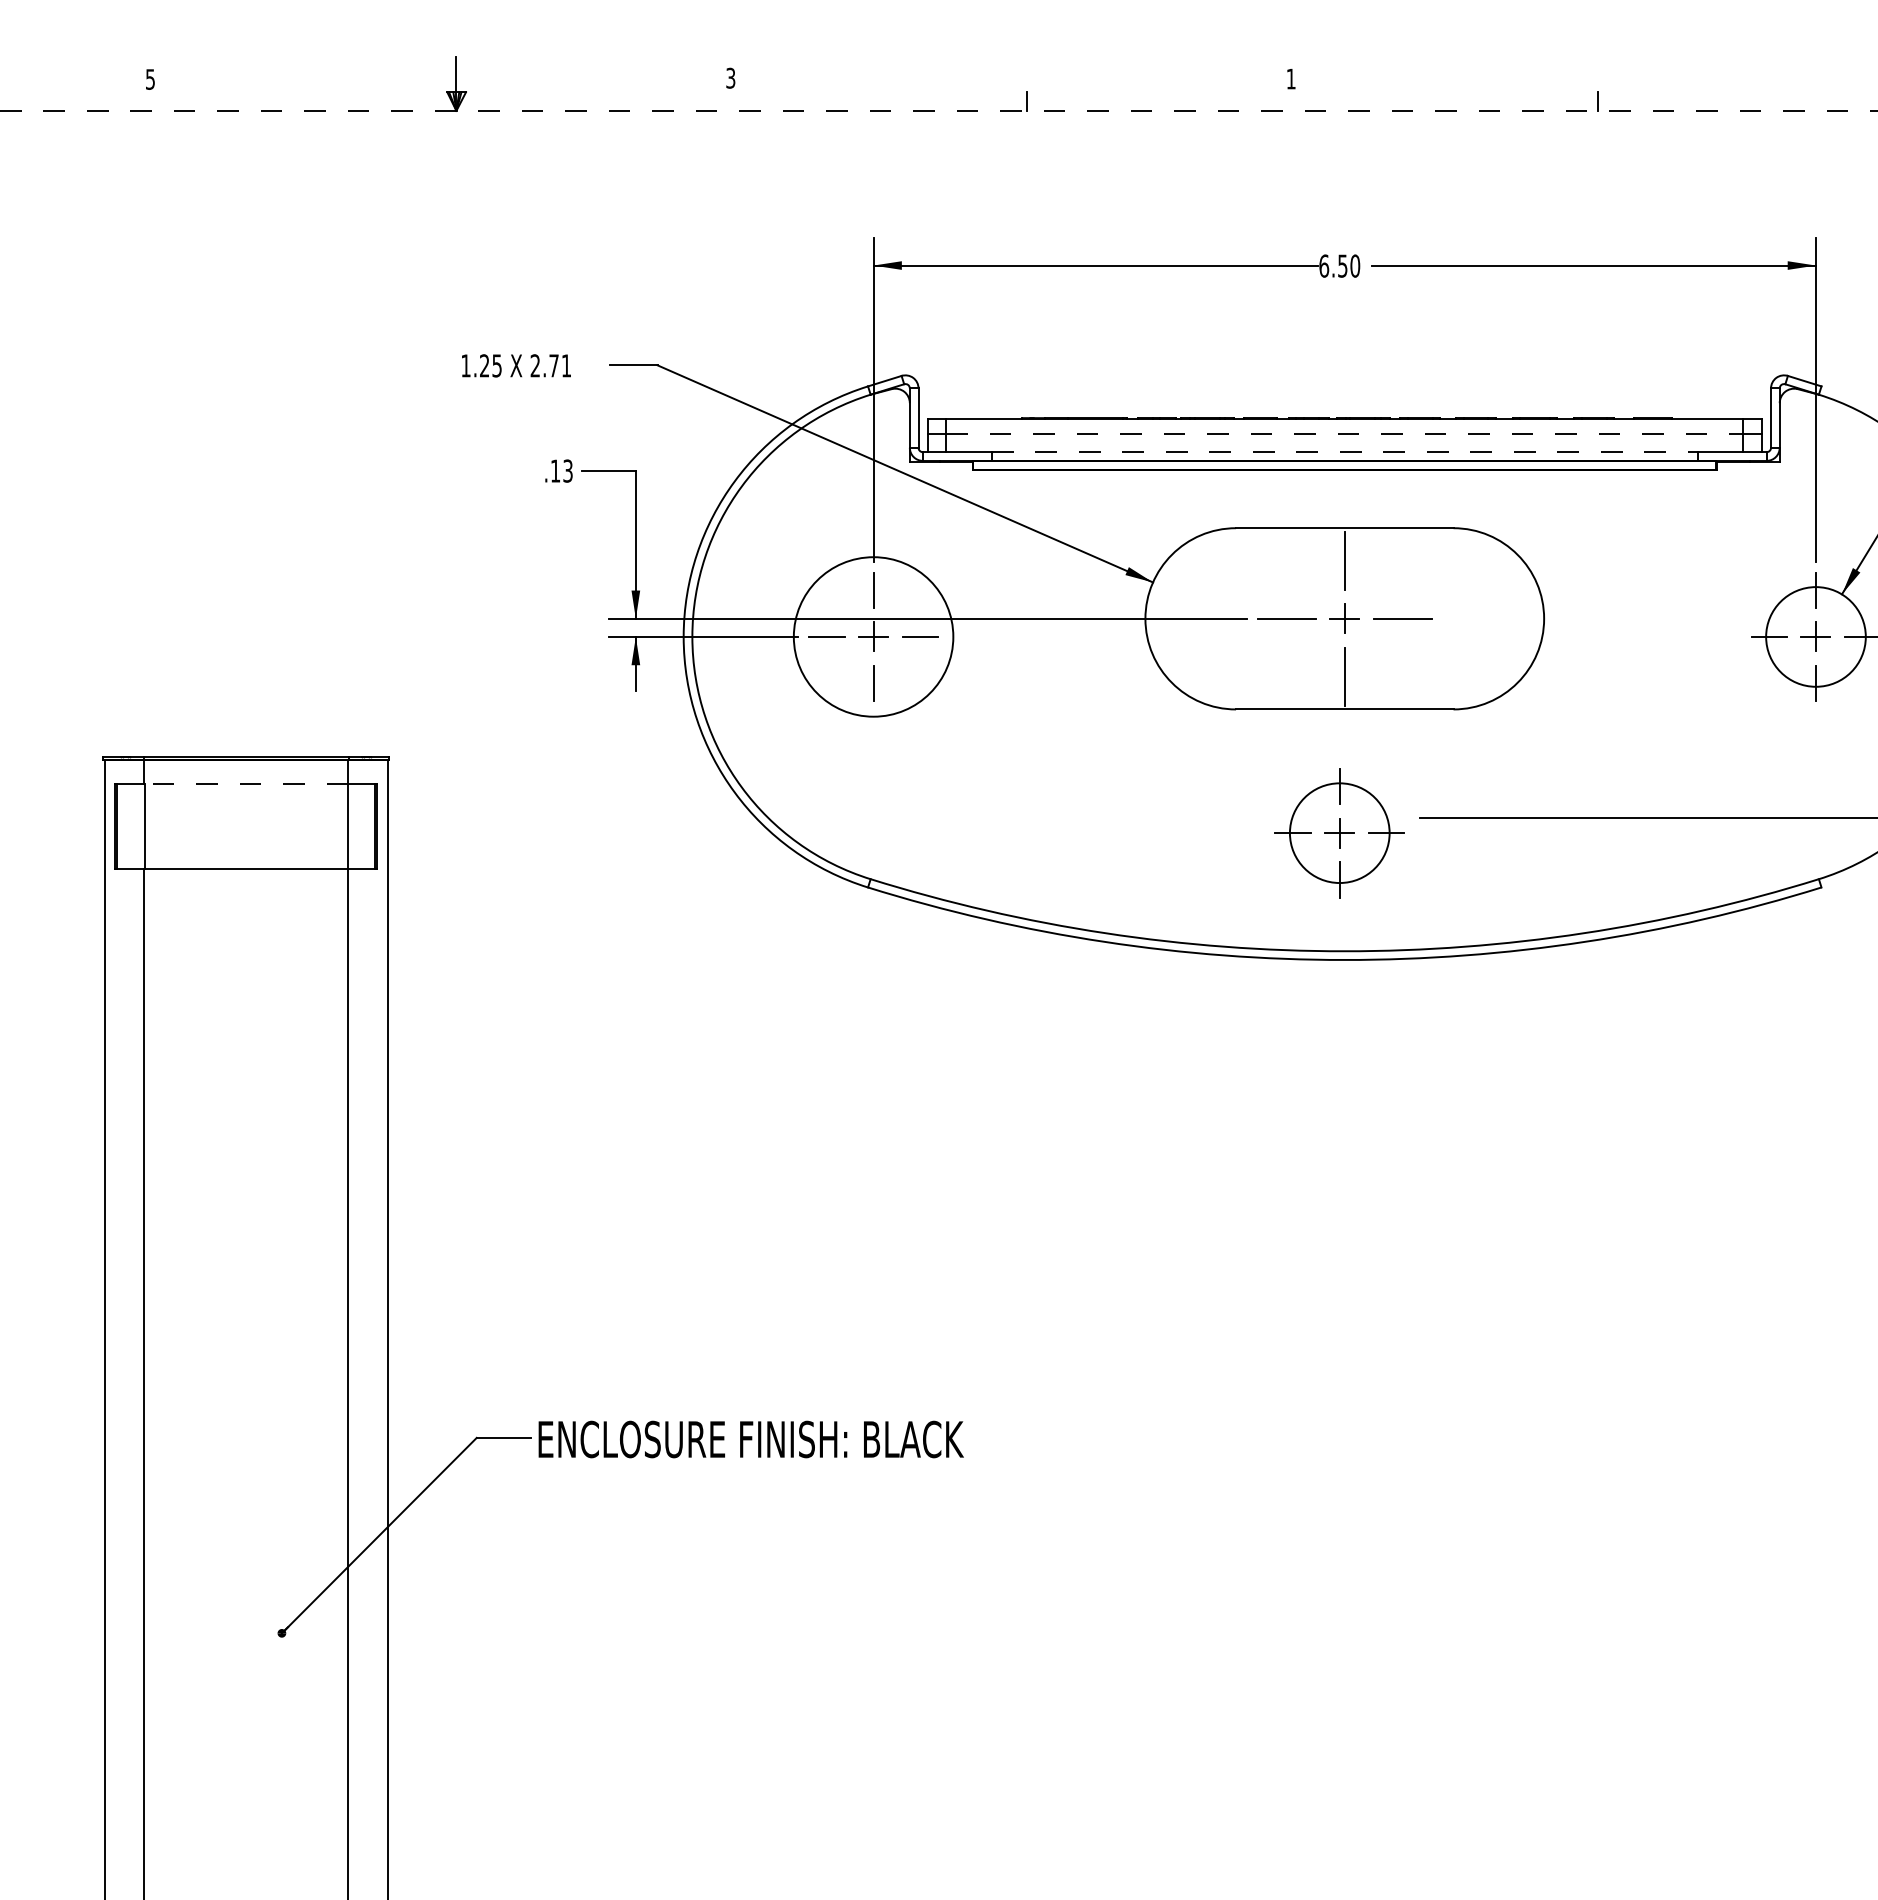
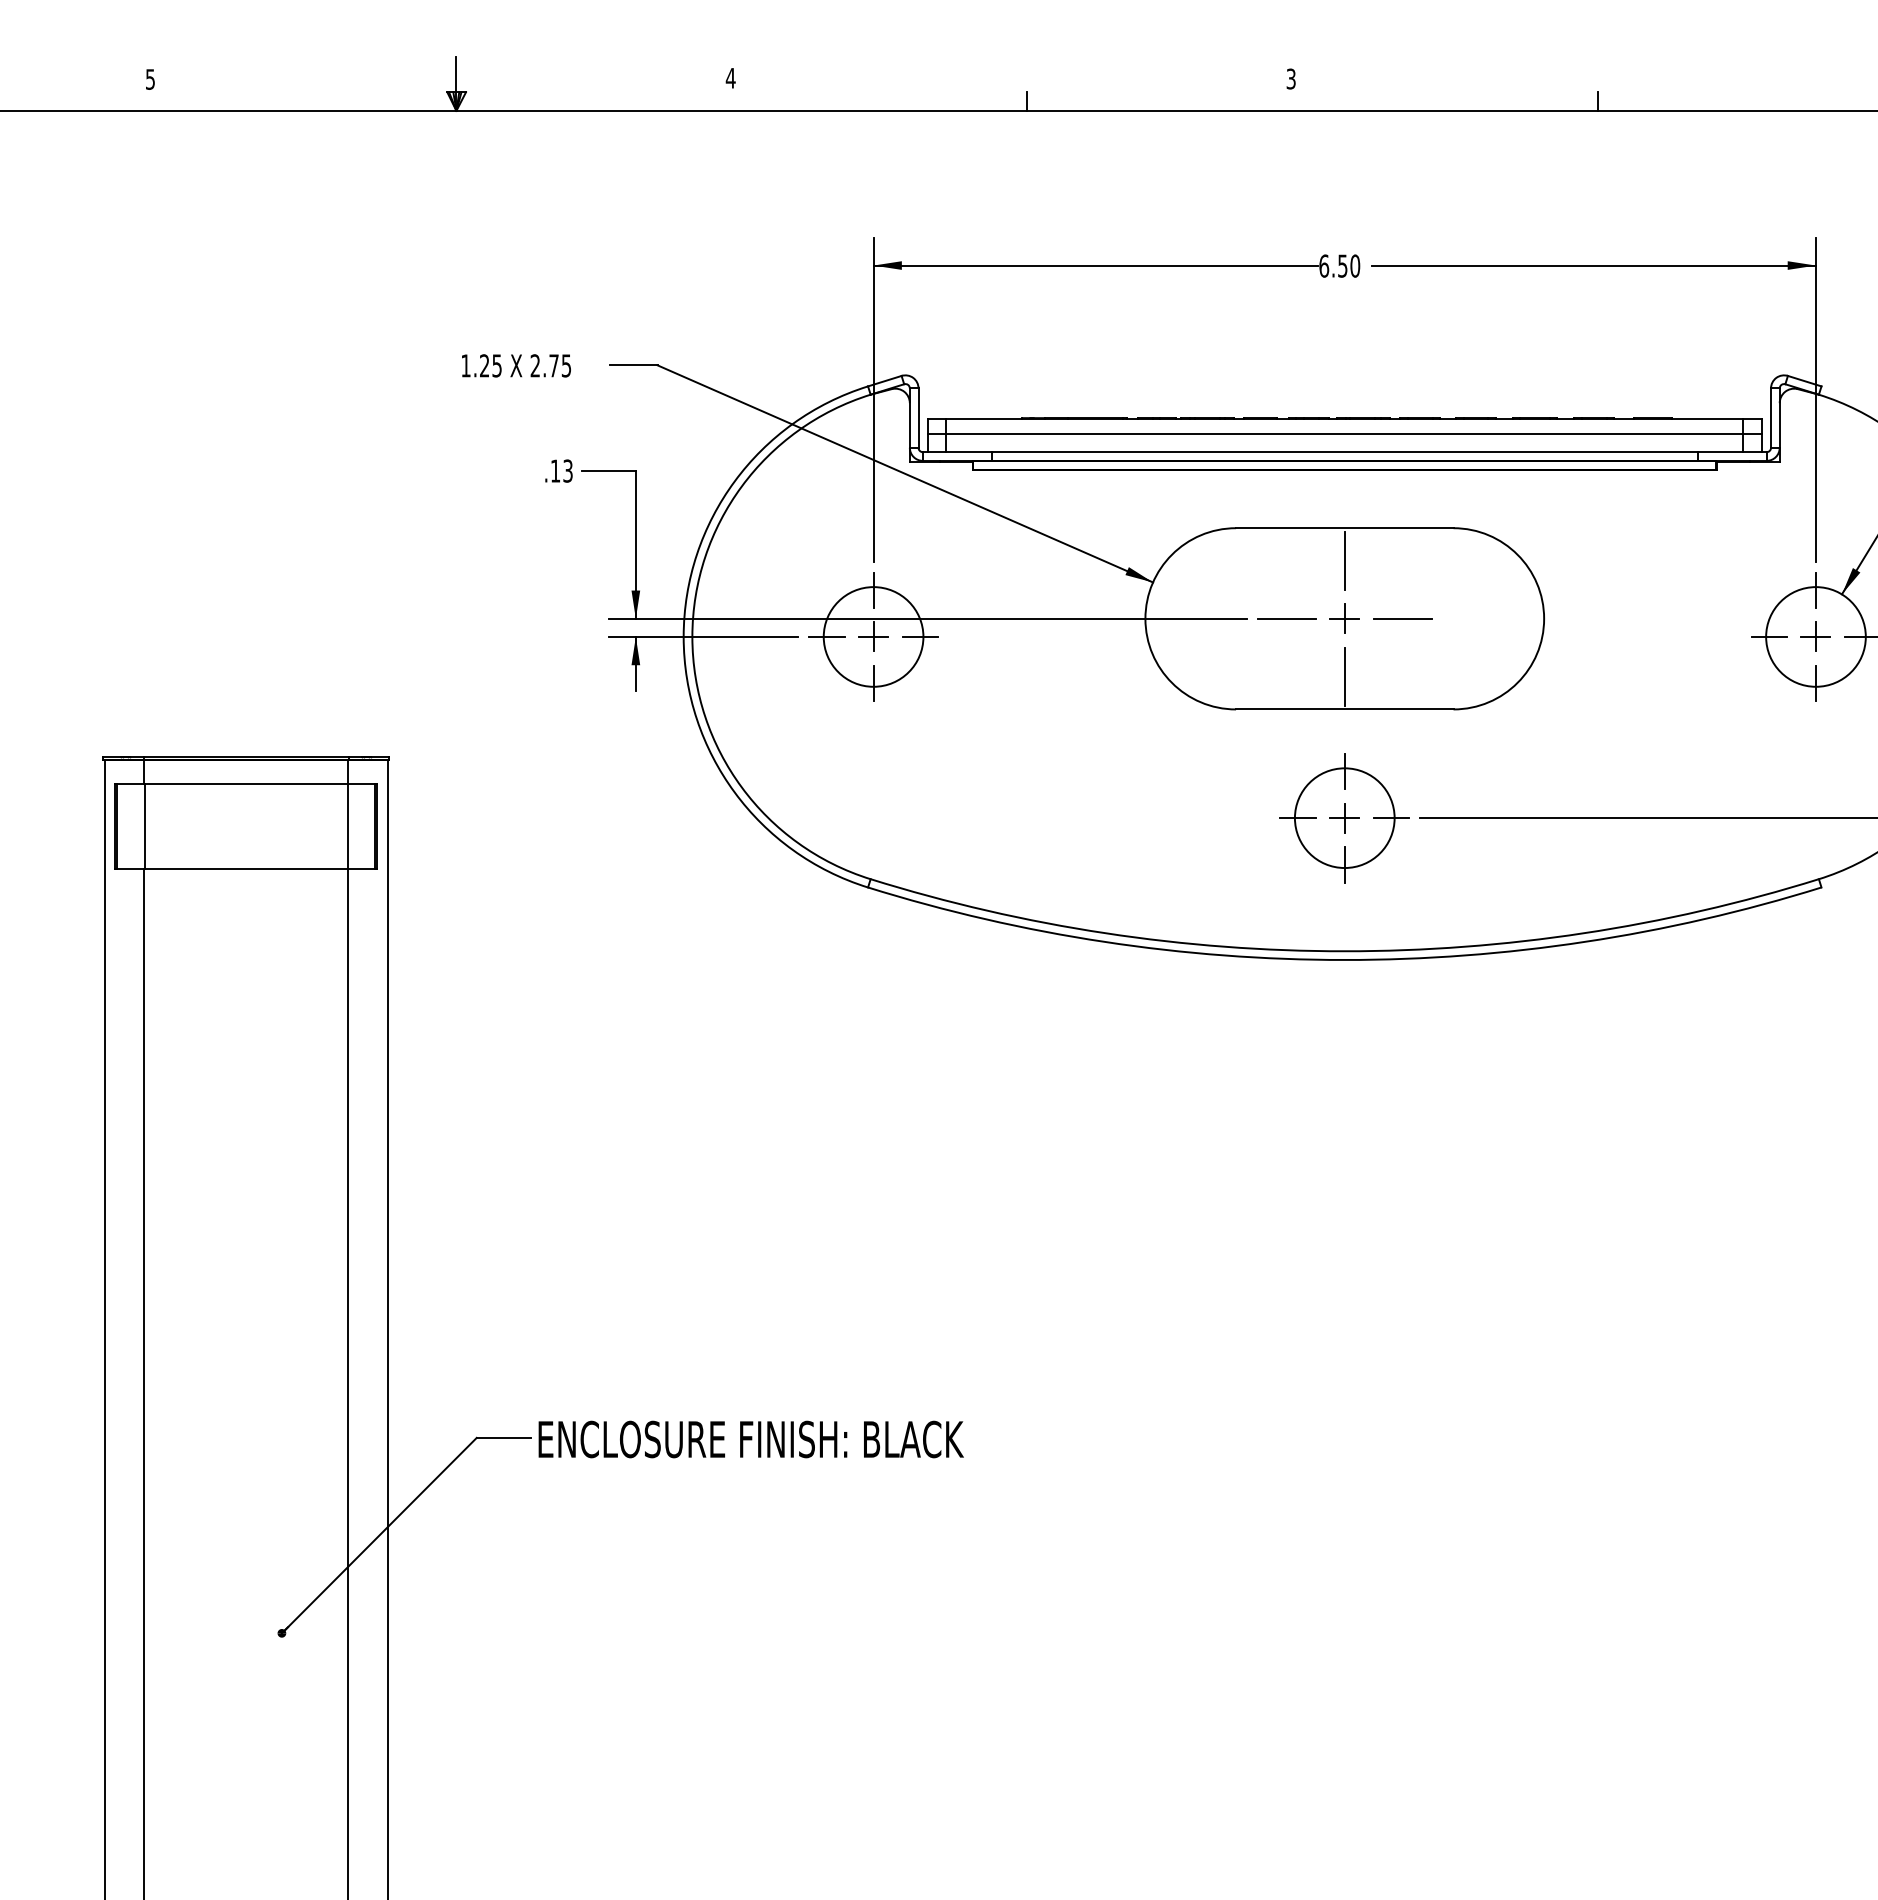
text at (730, 77): 3 -> 4
text at (1290, 78): 1 -> 3
line at (939, 110): dashed -> solid
text at (565, 365): 2.71 -> 2.75
line at (1344, 434): dashed -> solid
line at (1344, 452): dashed -> solid
circle at (873, 636) diameter: 160 px -> 100 px
line at (245, 783): dashed -> solid
part at (1339, 833) position: (1339, 833) -> (1344, 818)
